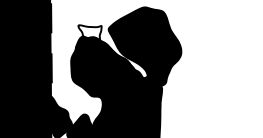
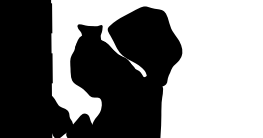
fill at (89, 32): none -> present
